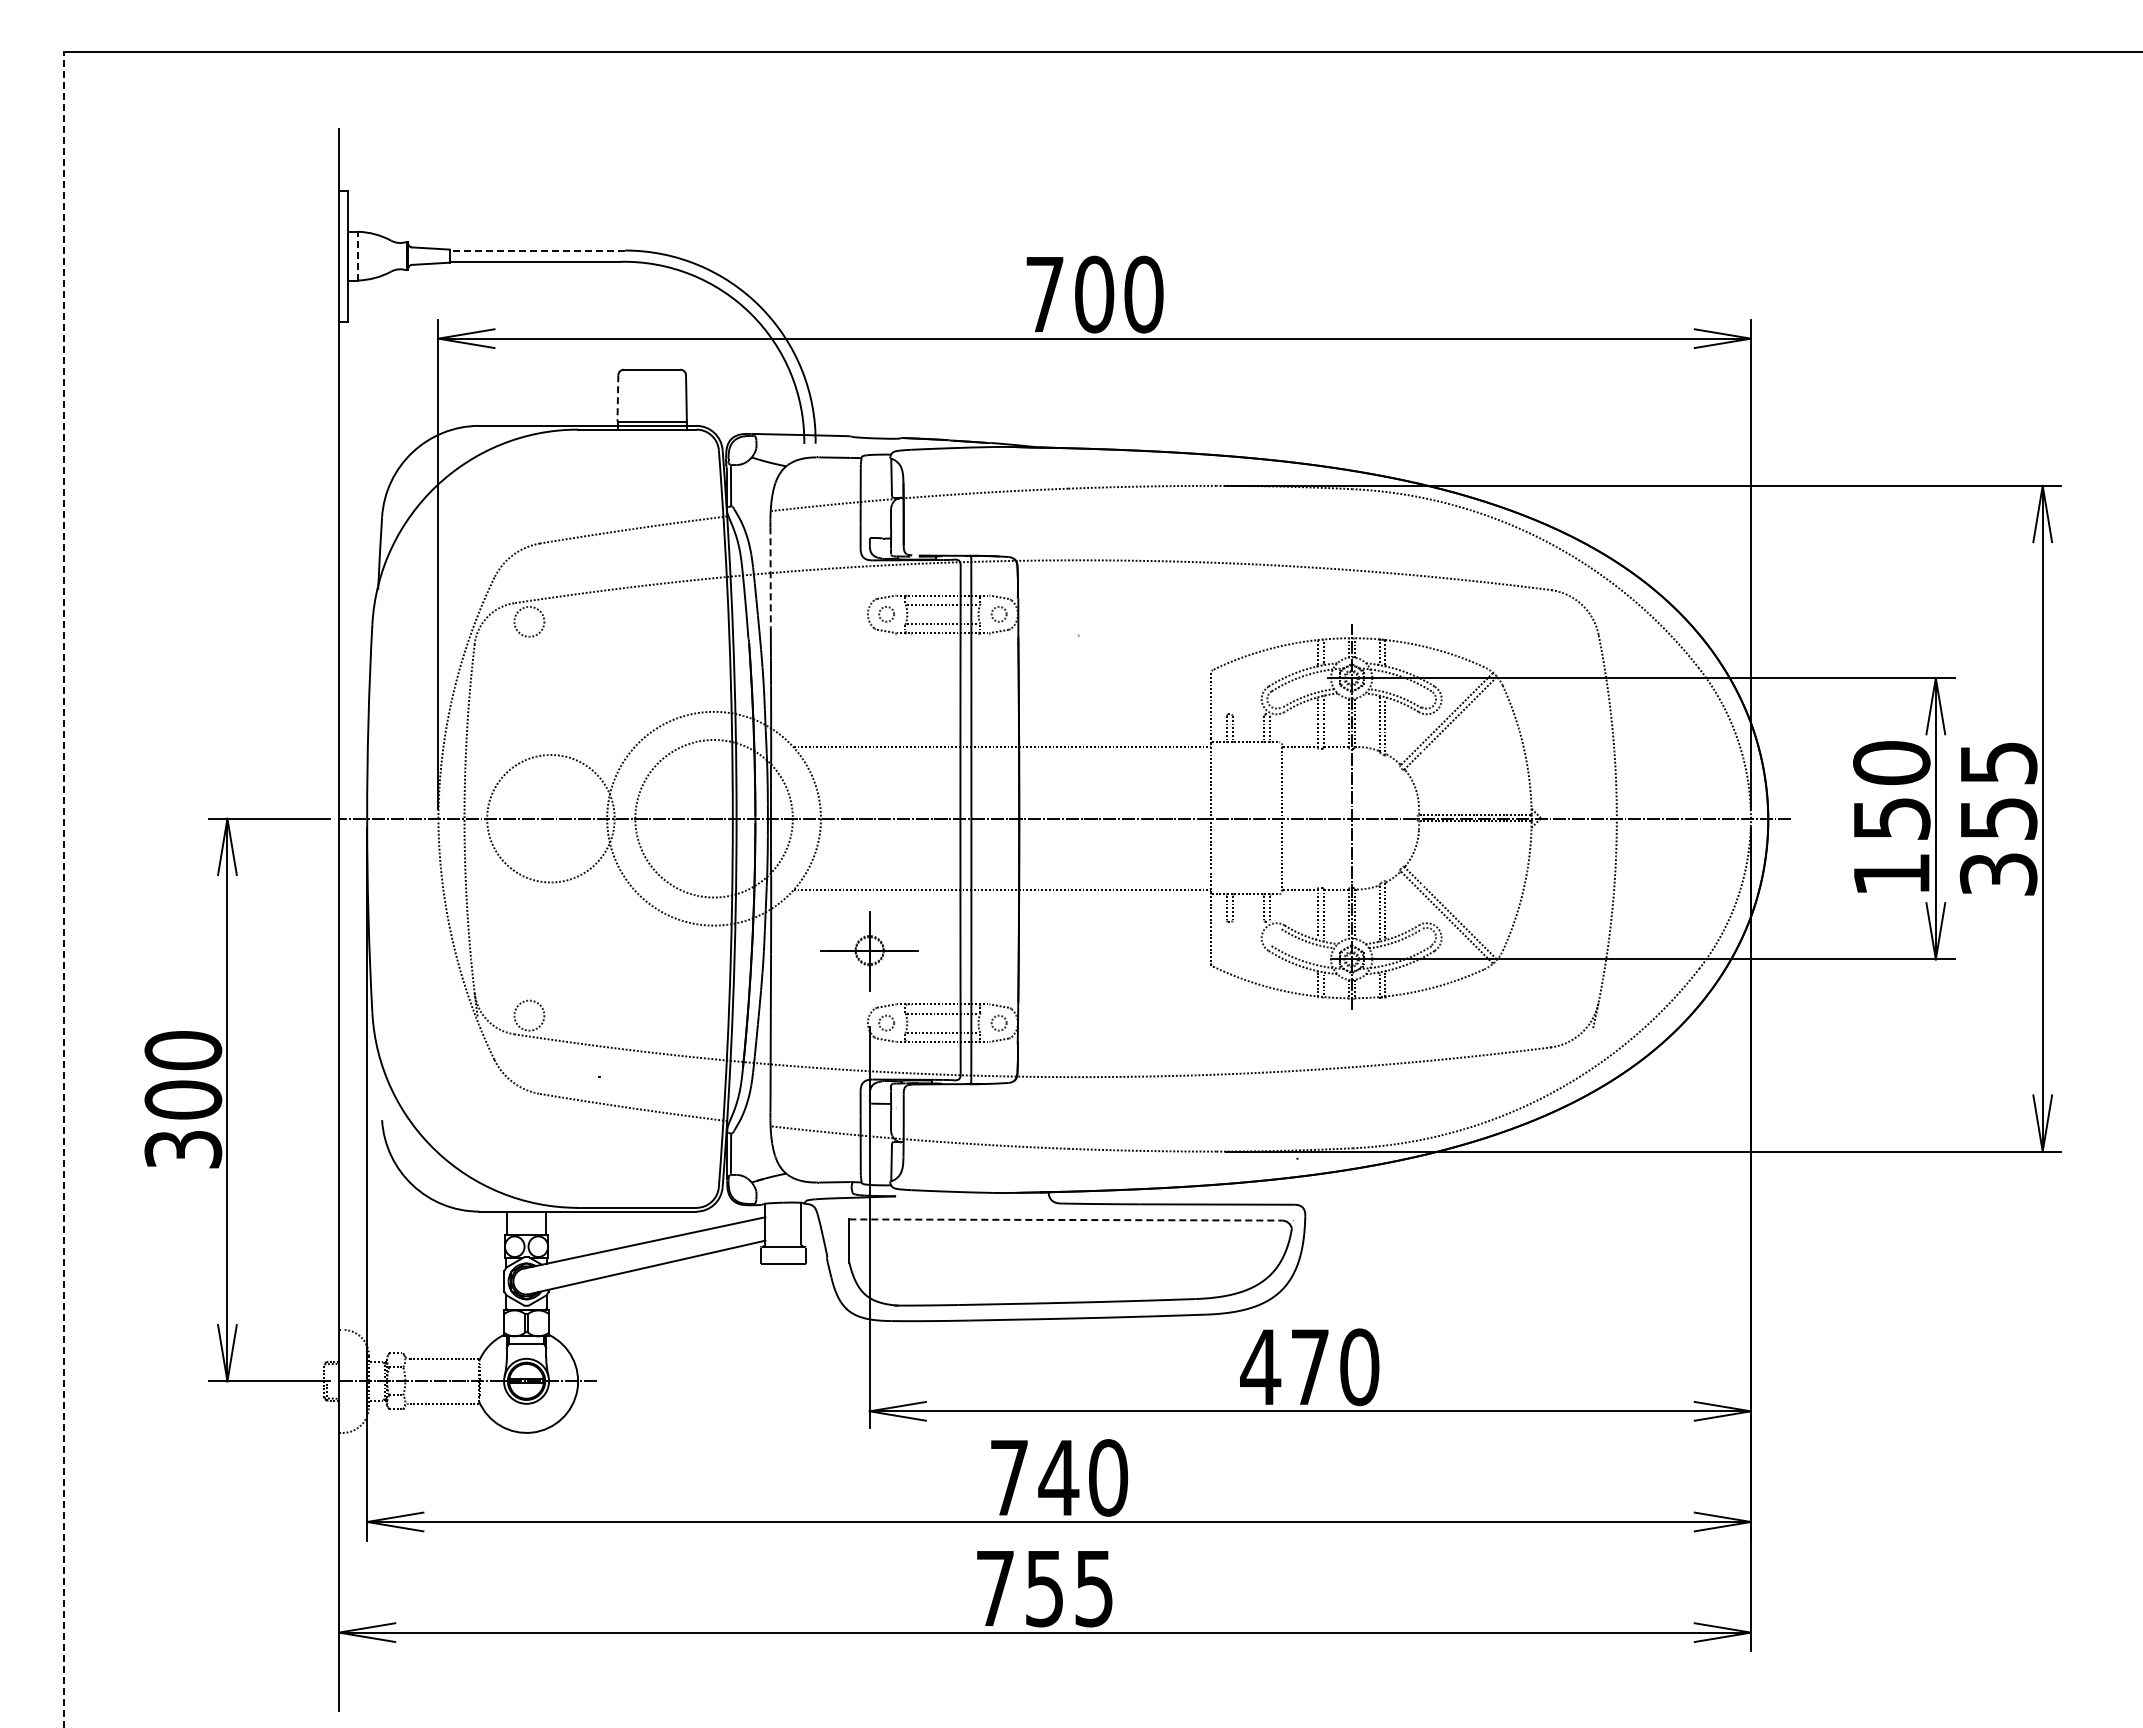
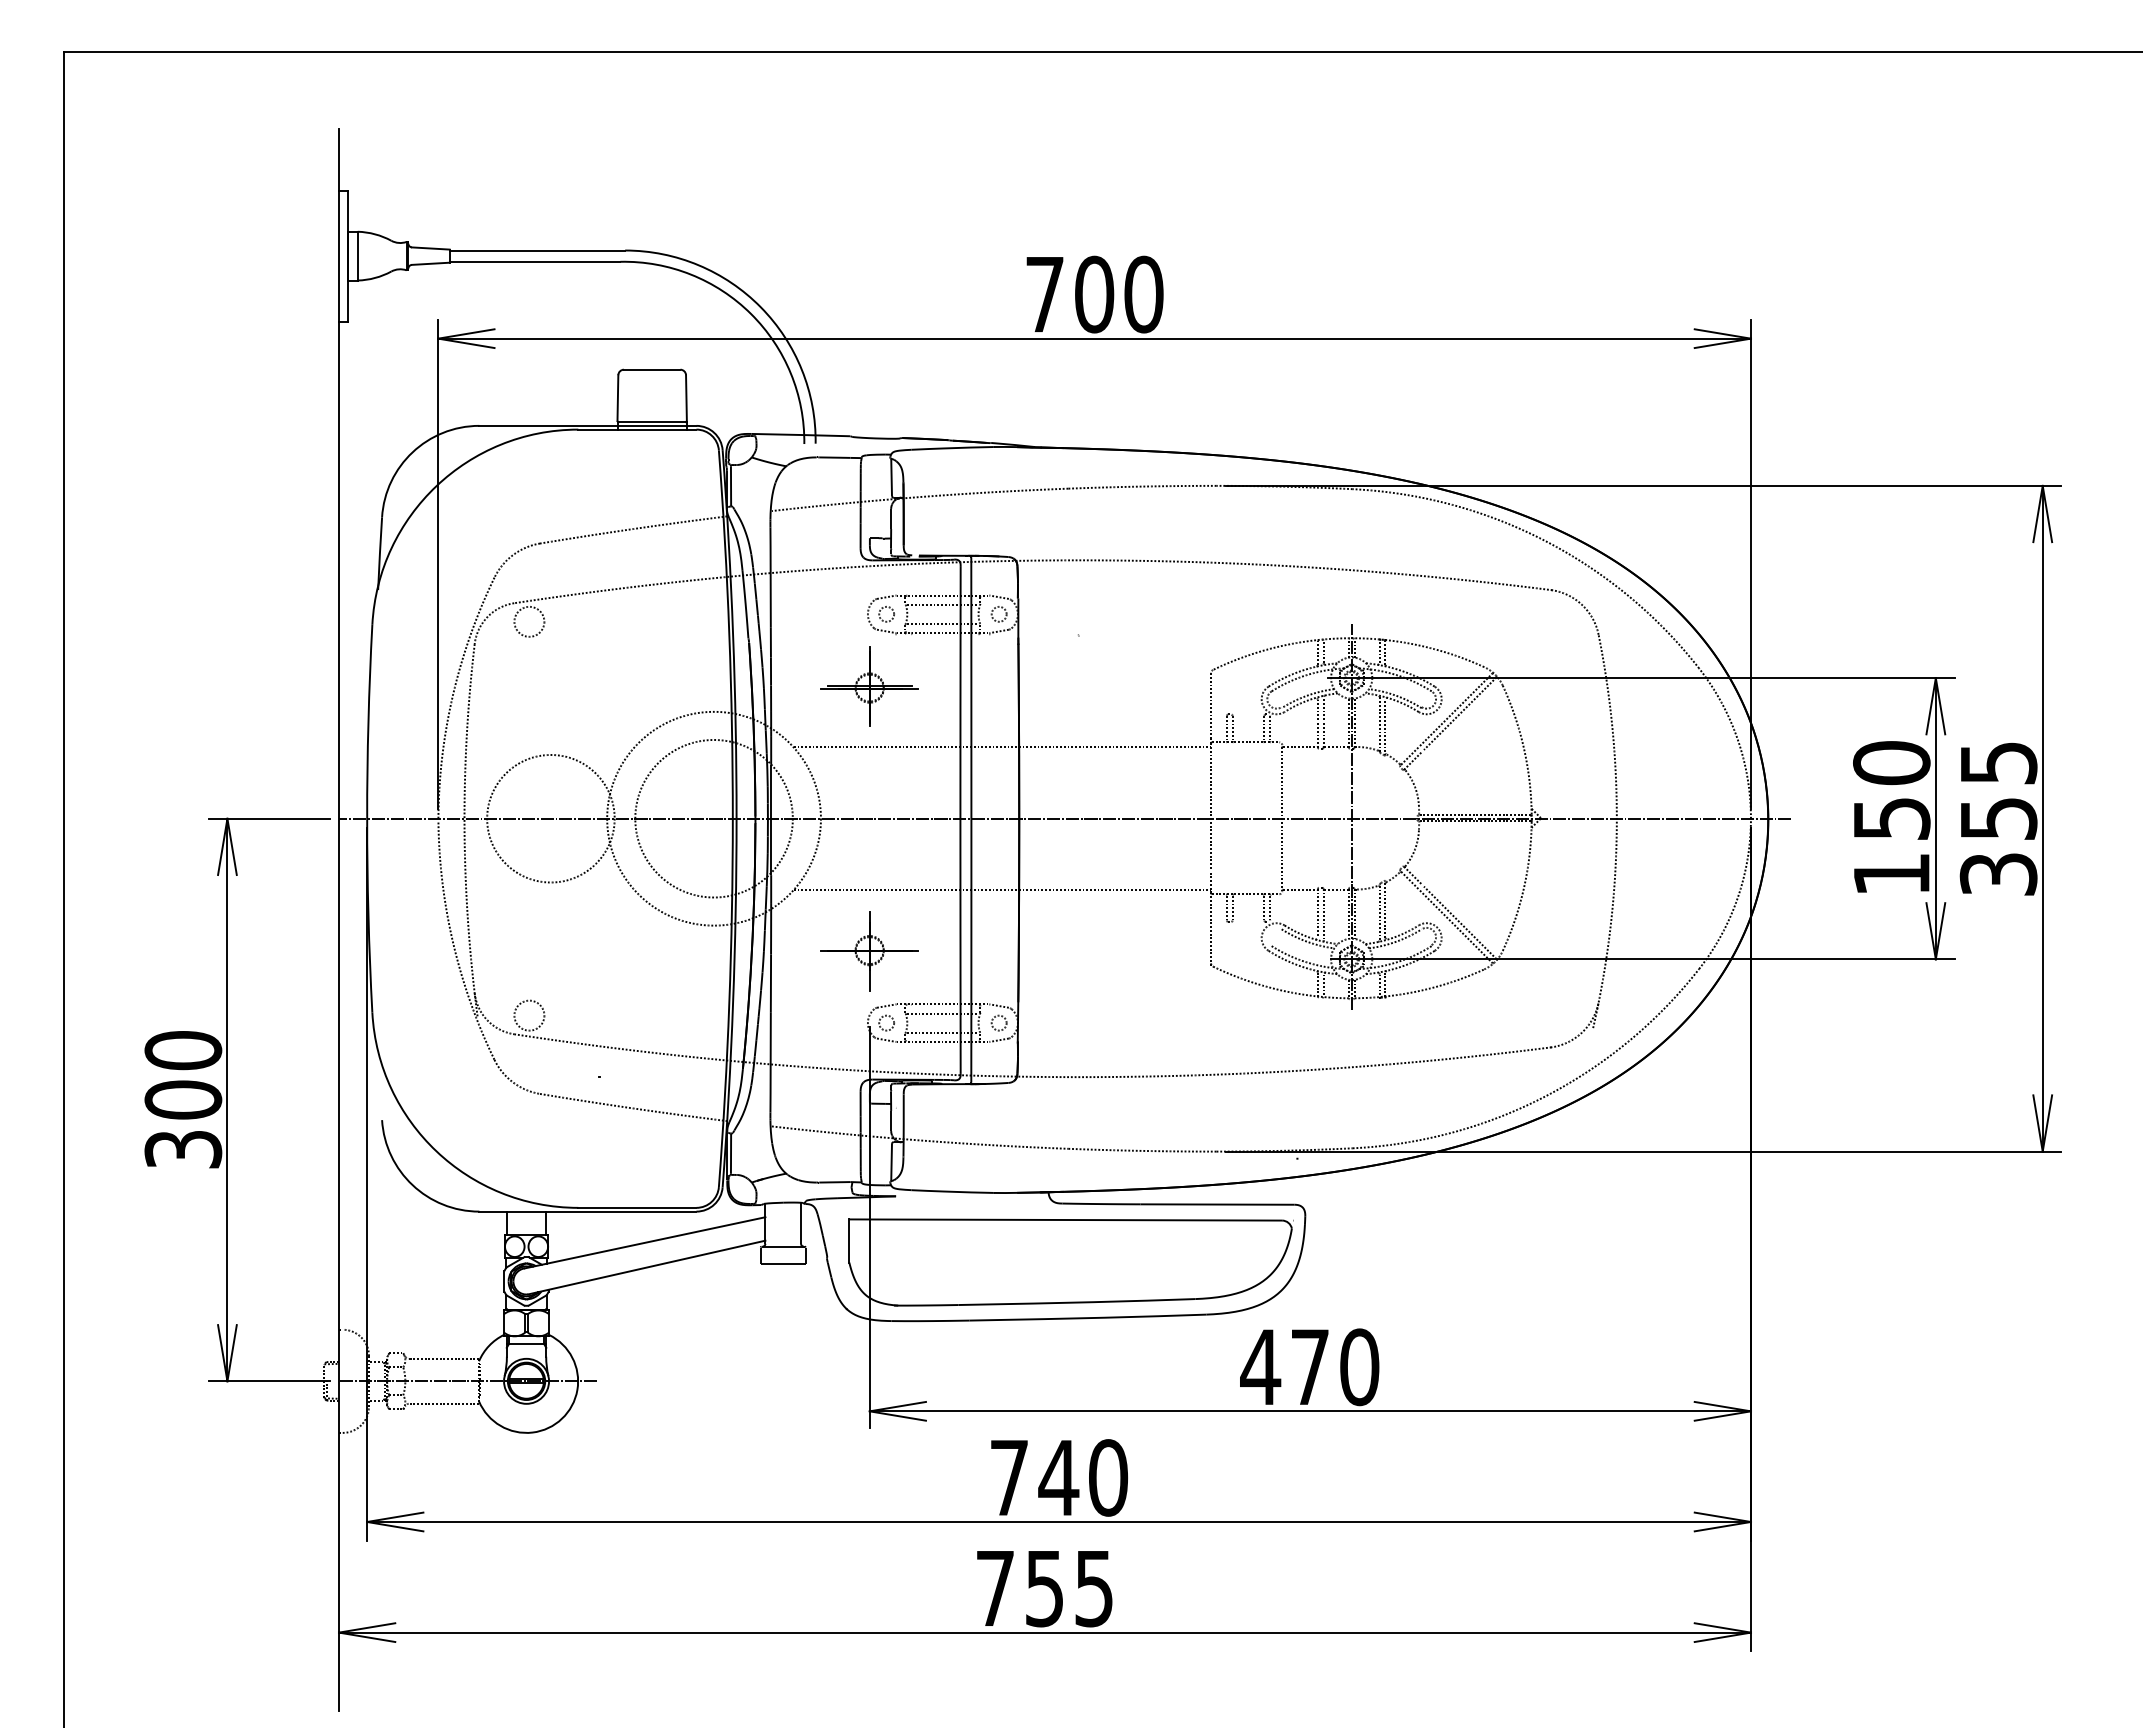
line at (537, 250): dashed -> solid
line at (357, 255): dashed -> solid
line at (617, 398): dashed -> solid
line at (770, 575): dashed -> solid
part at (869, 686): none -> present
line at (64, 889): dashed -> solid
line at (1066, 1220): dashed -> solid
